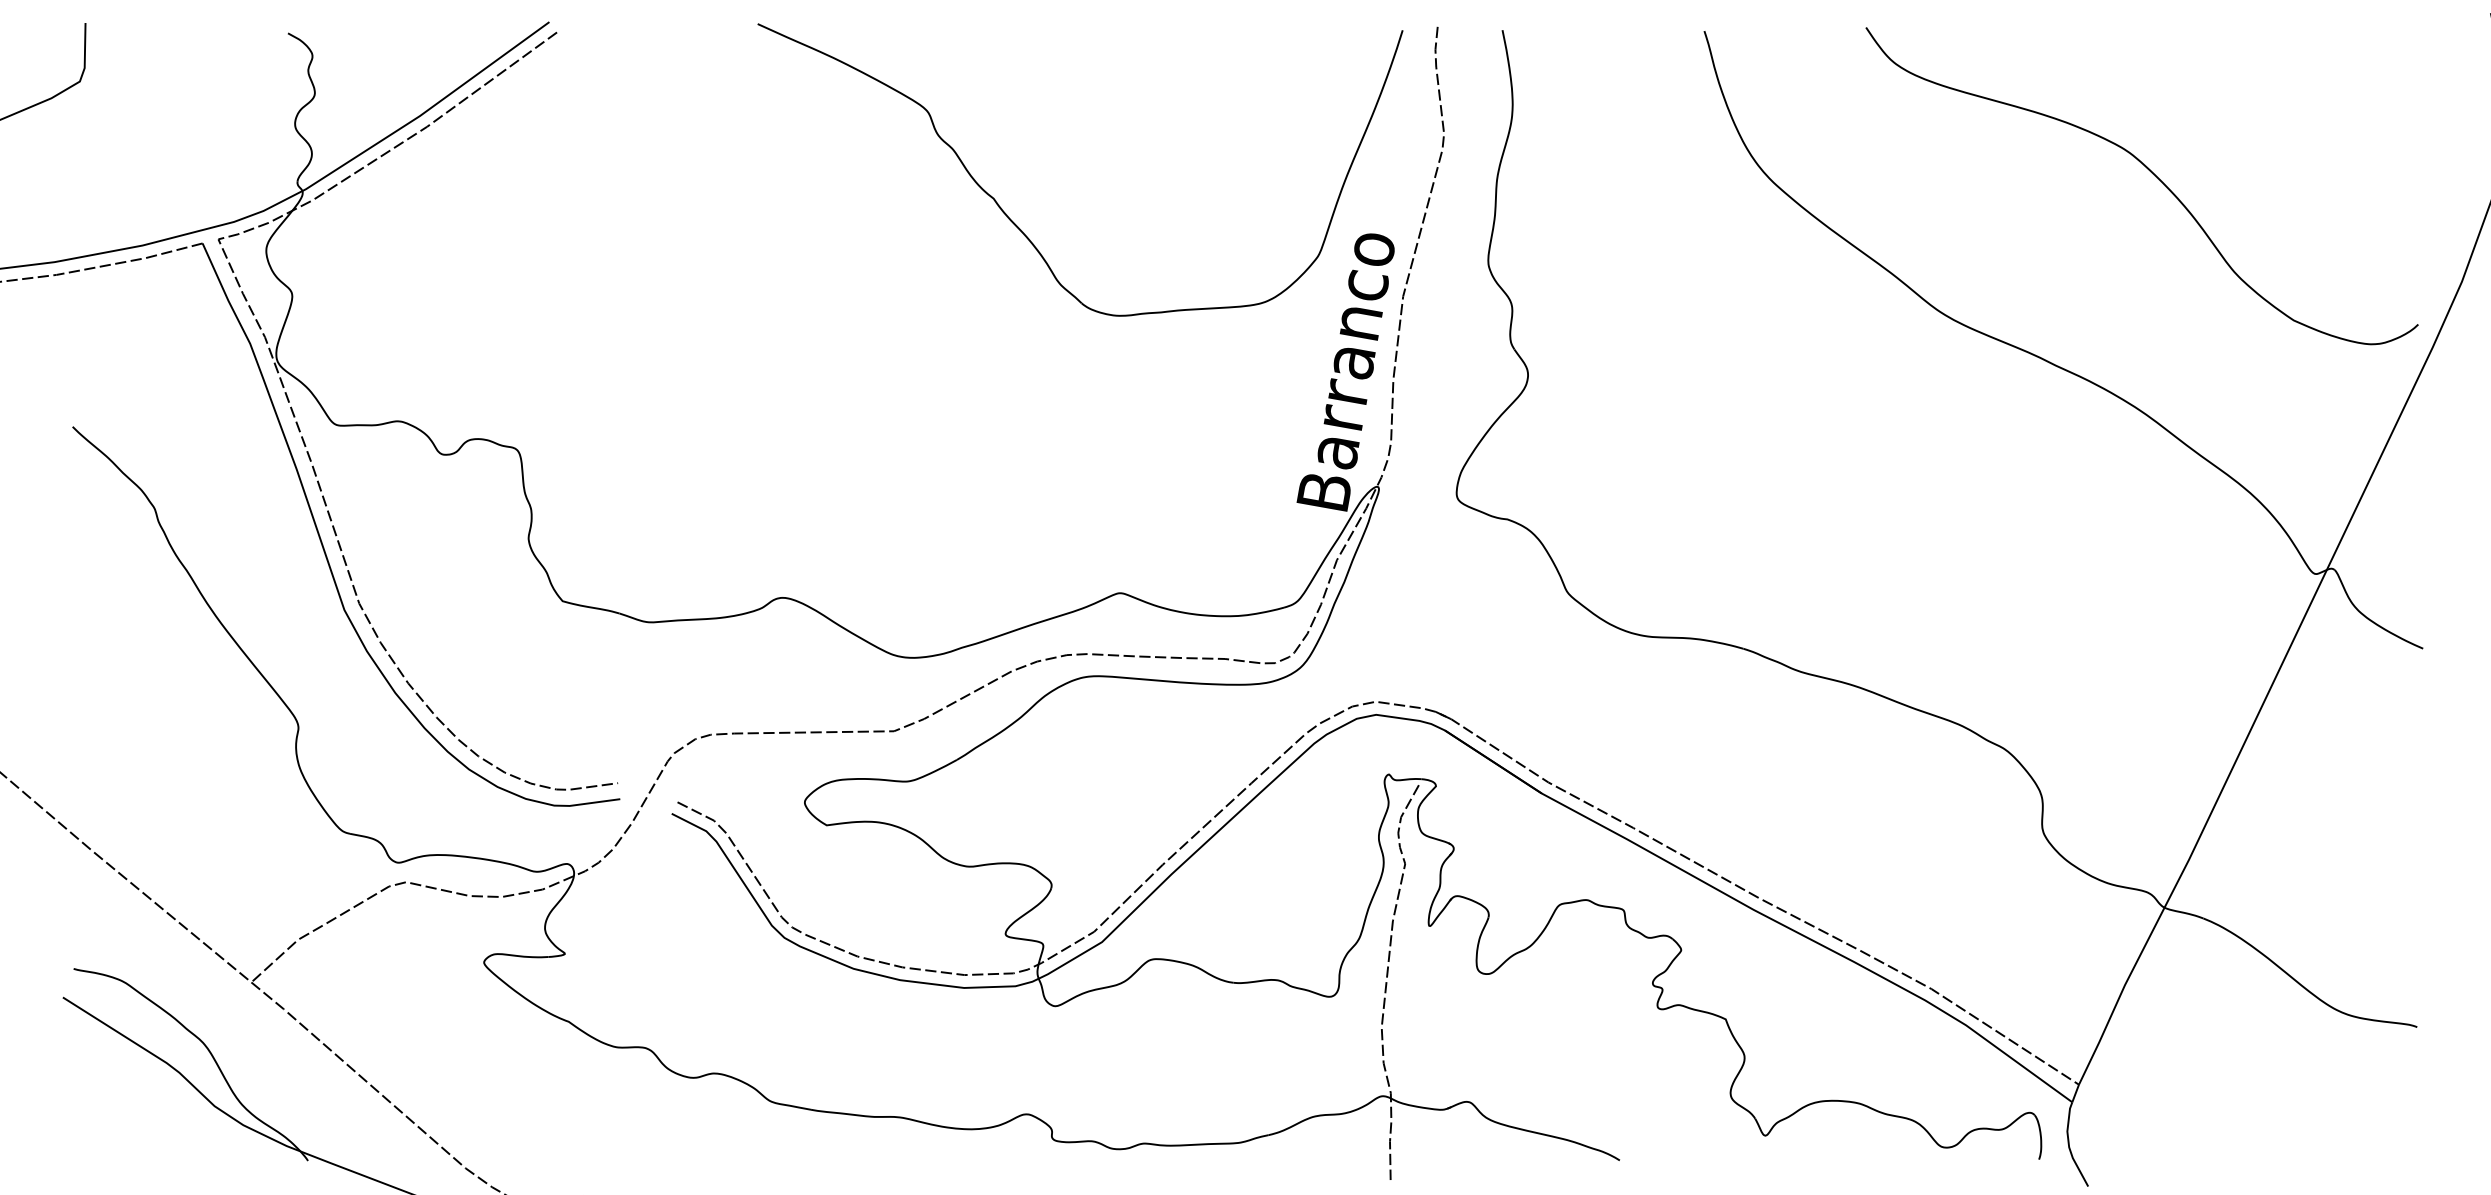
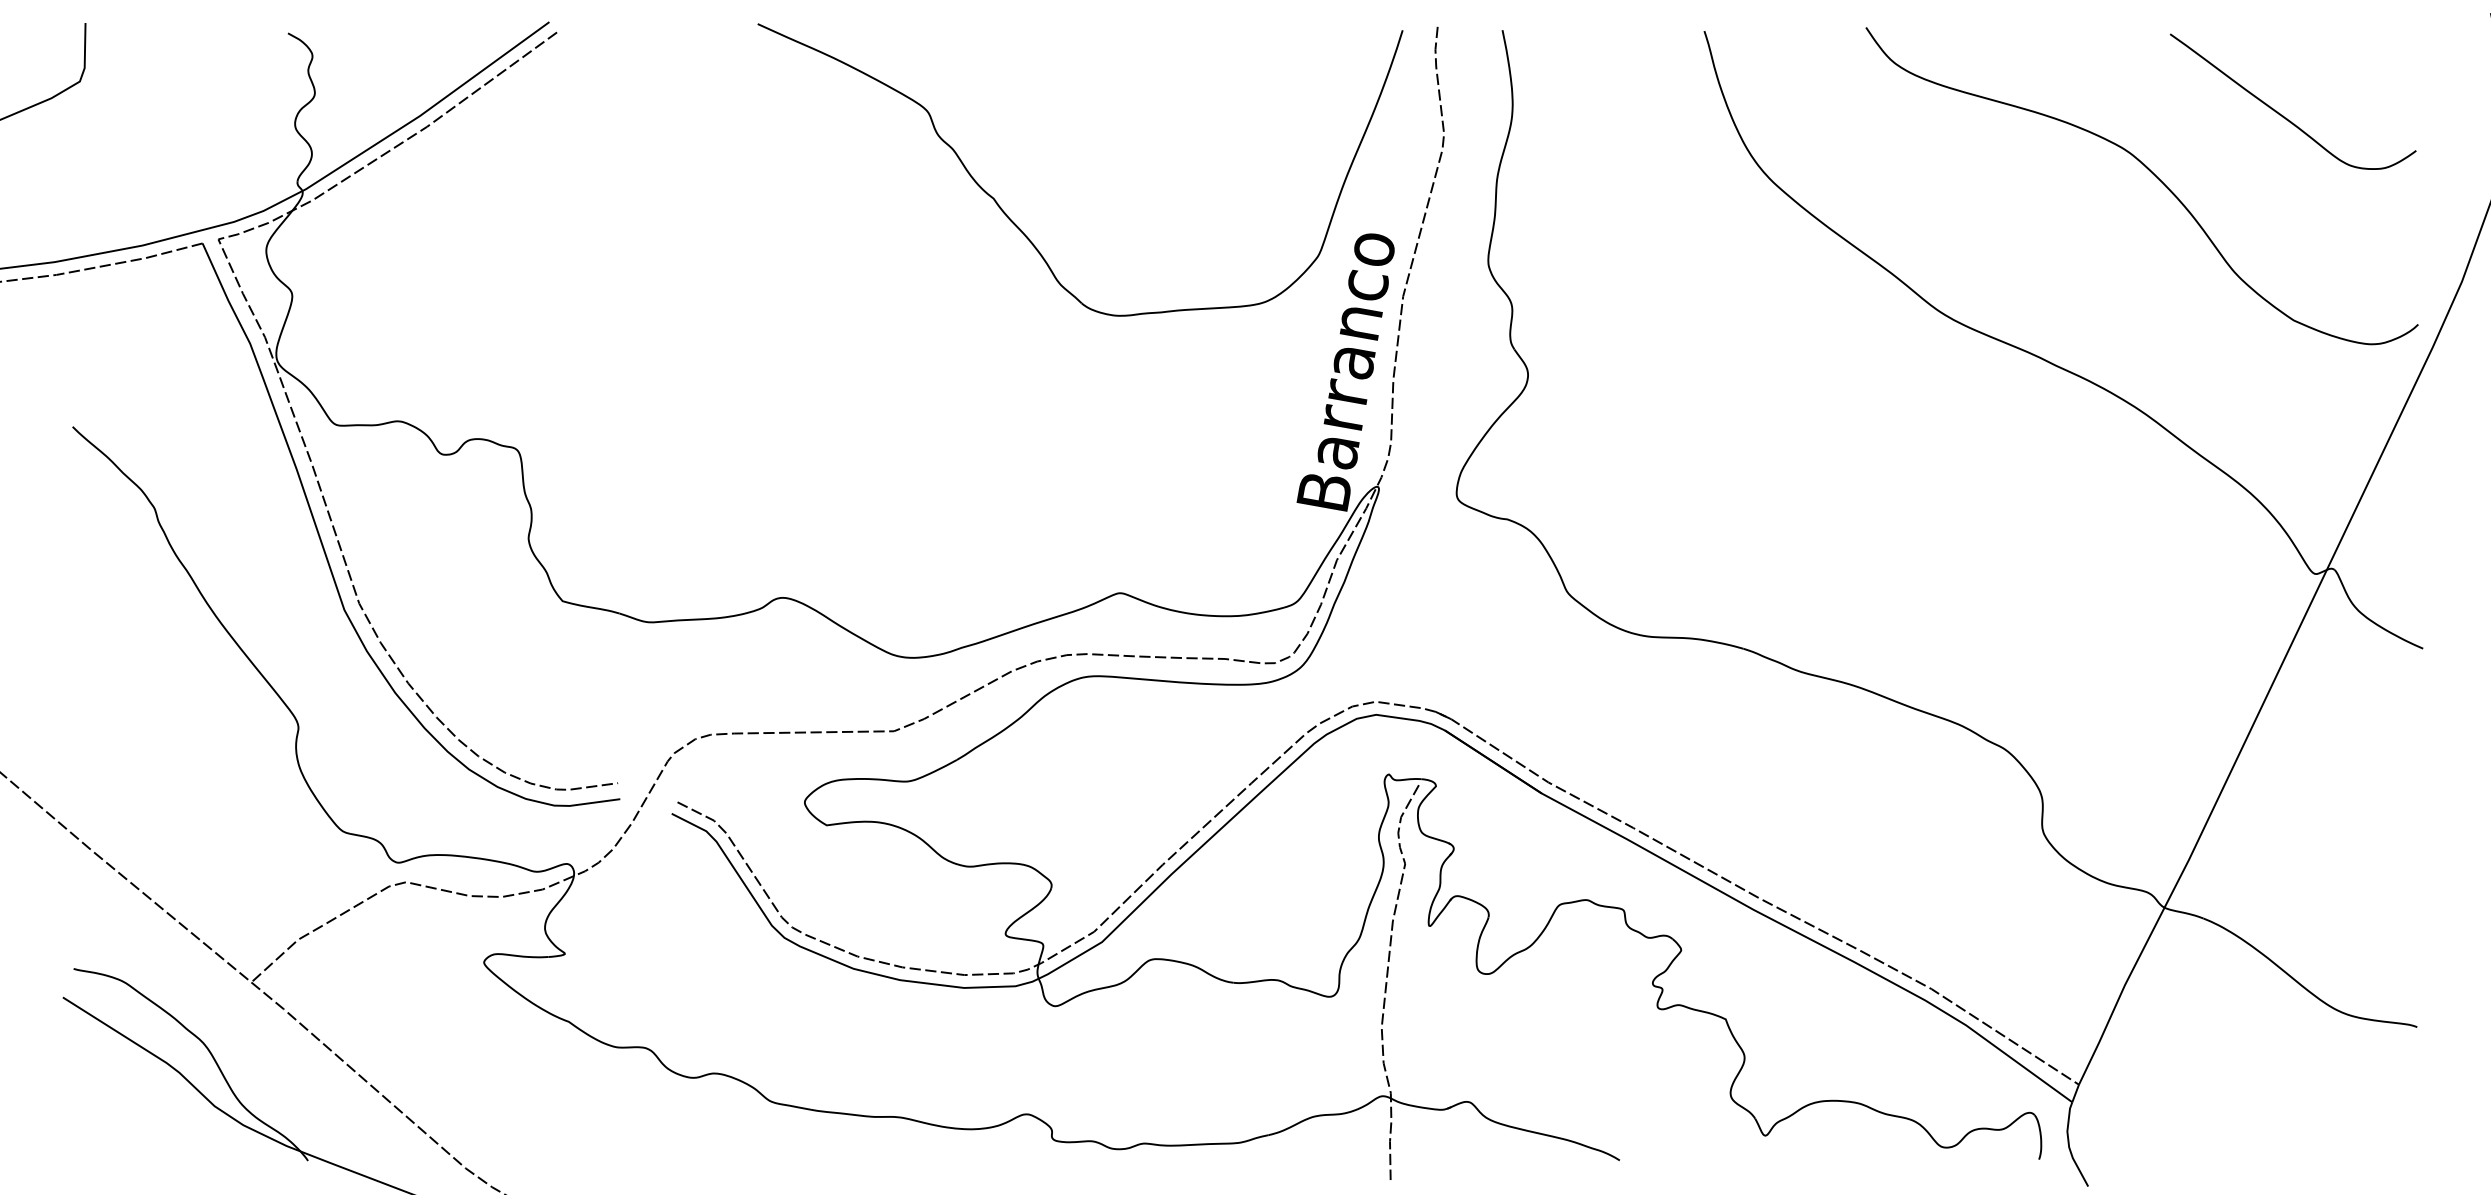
curve at (2283, 115): none -> present
